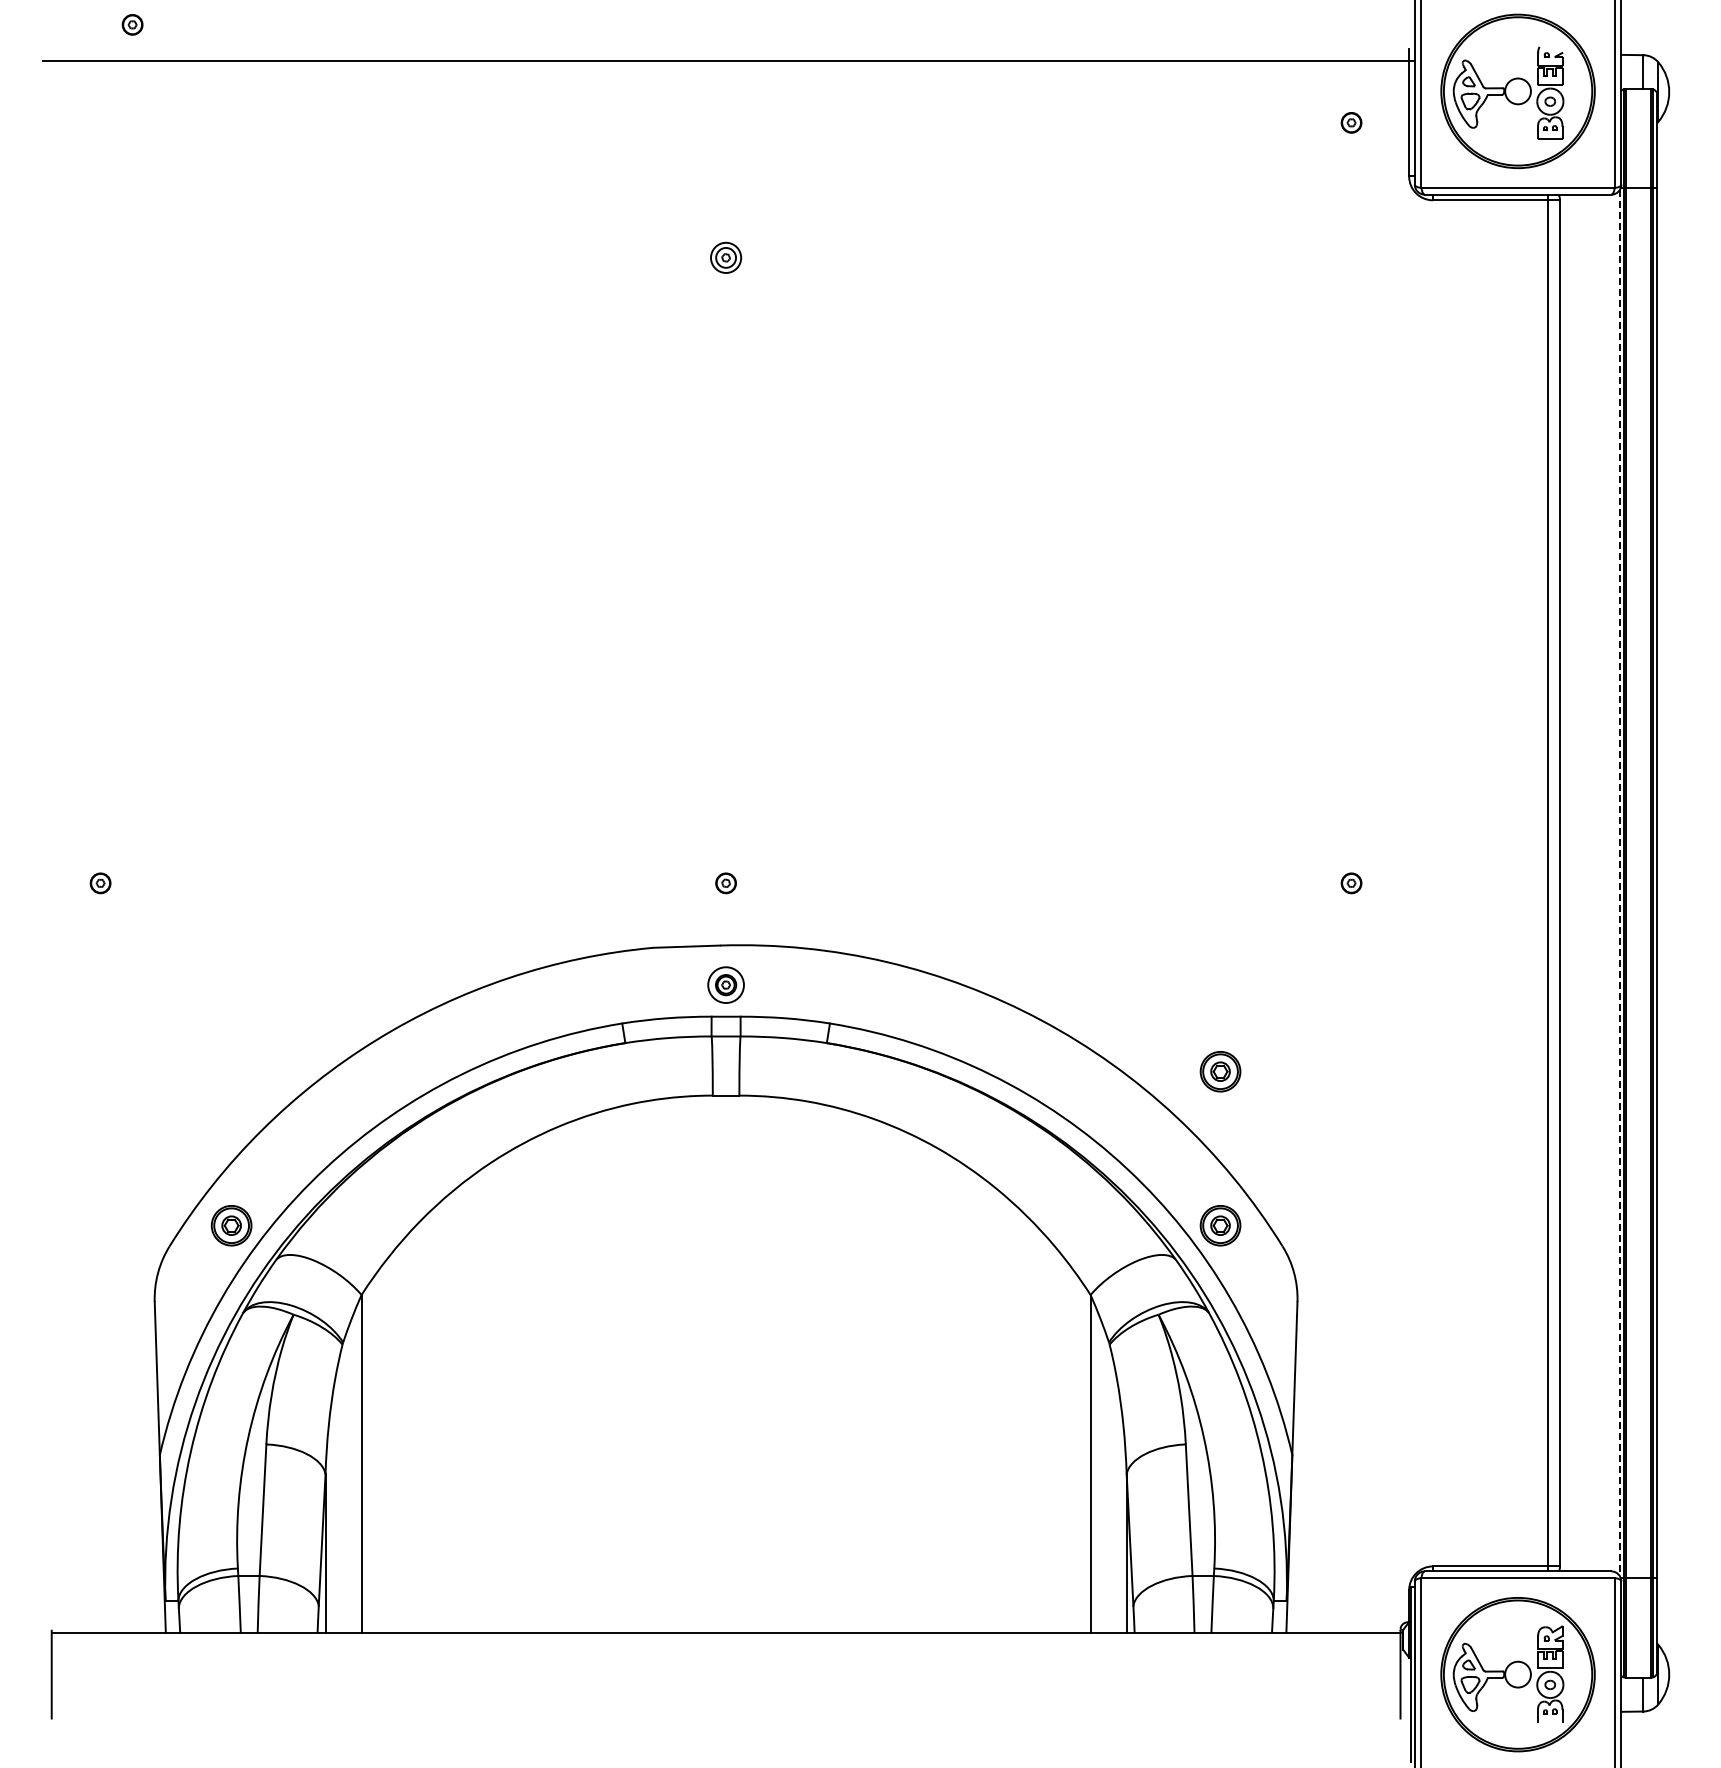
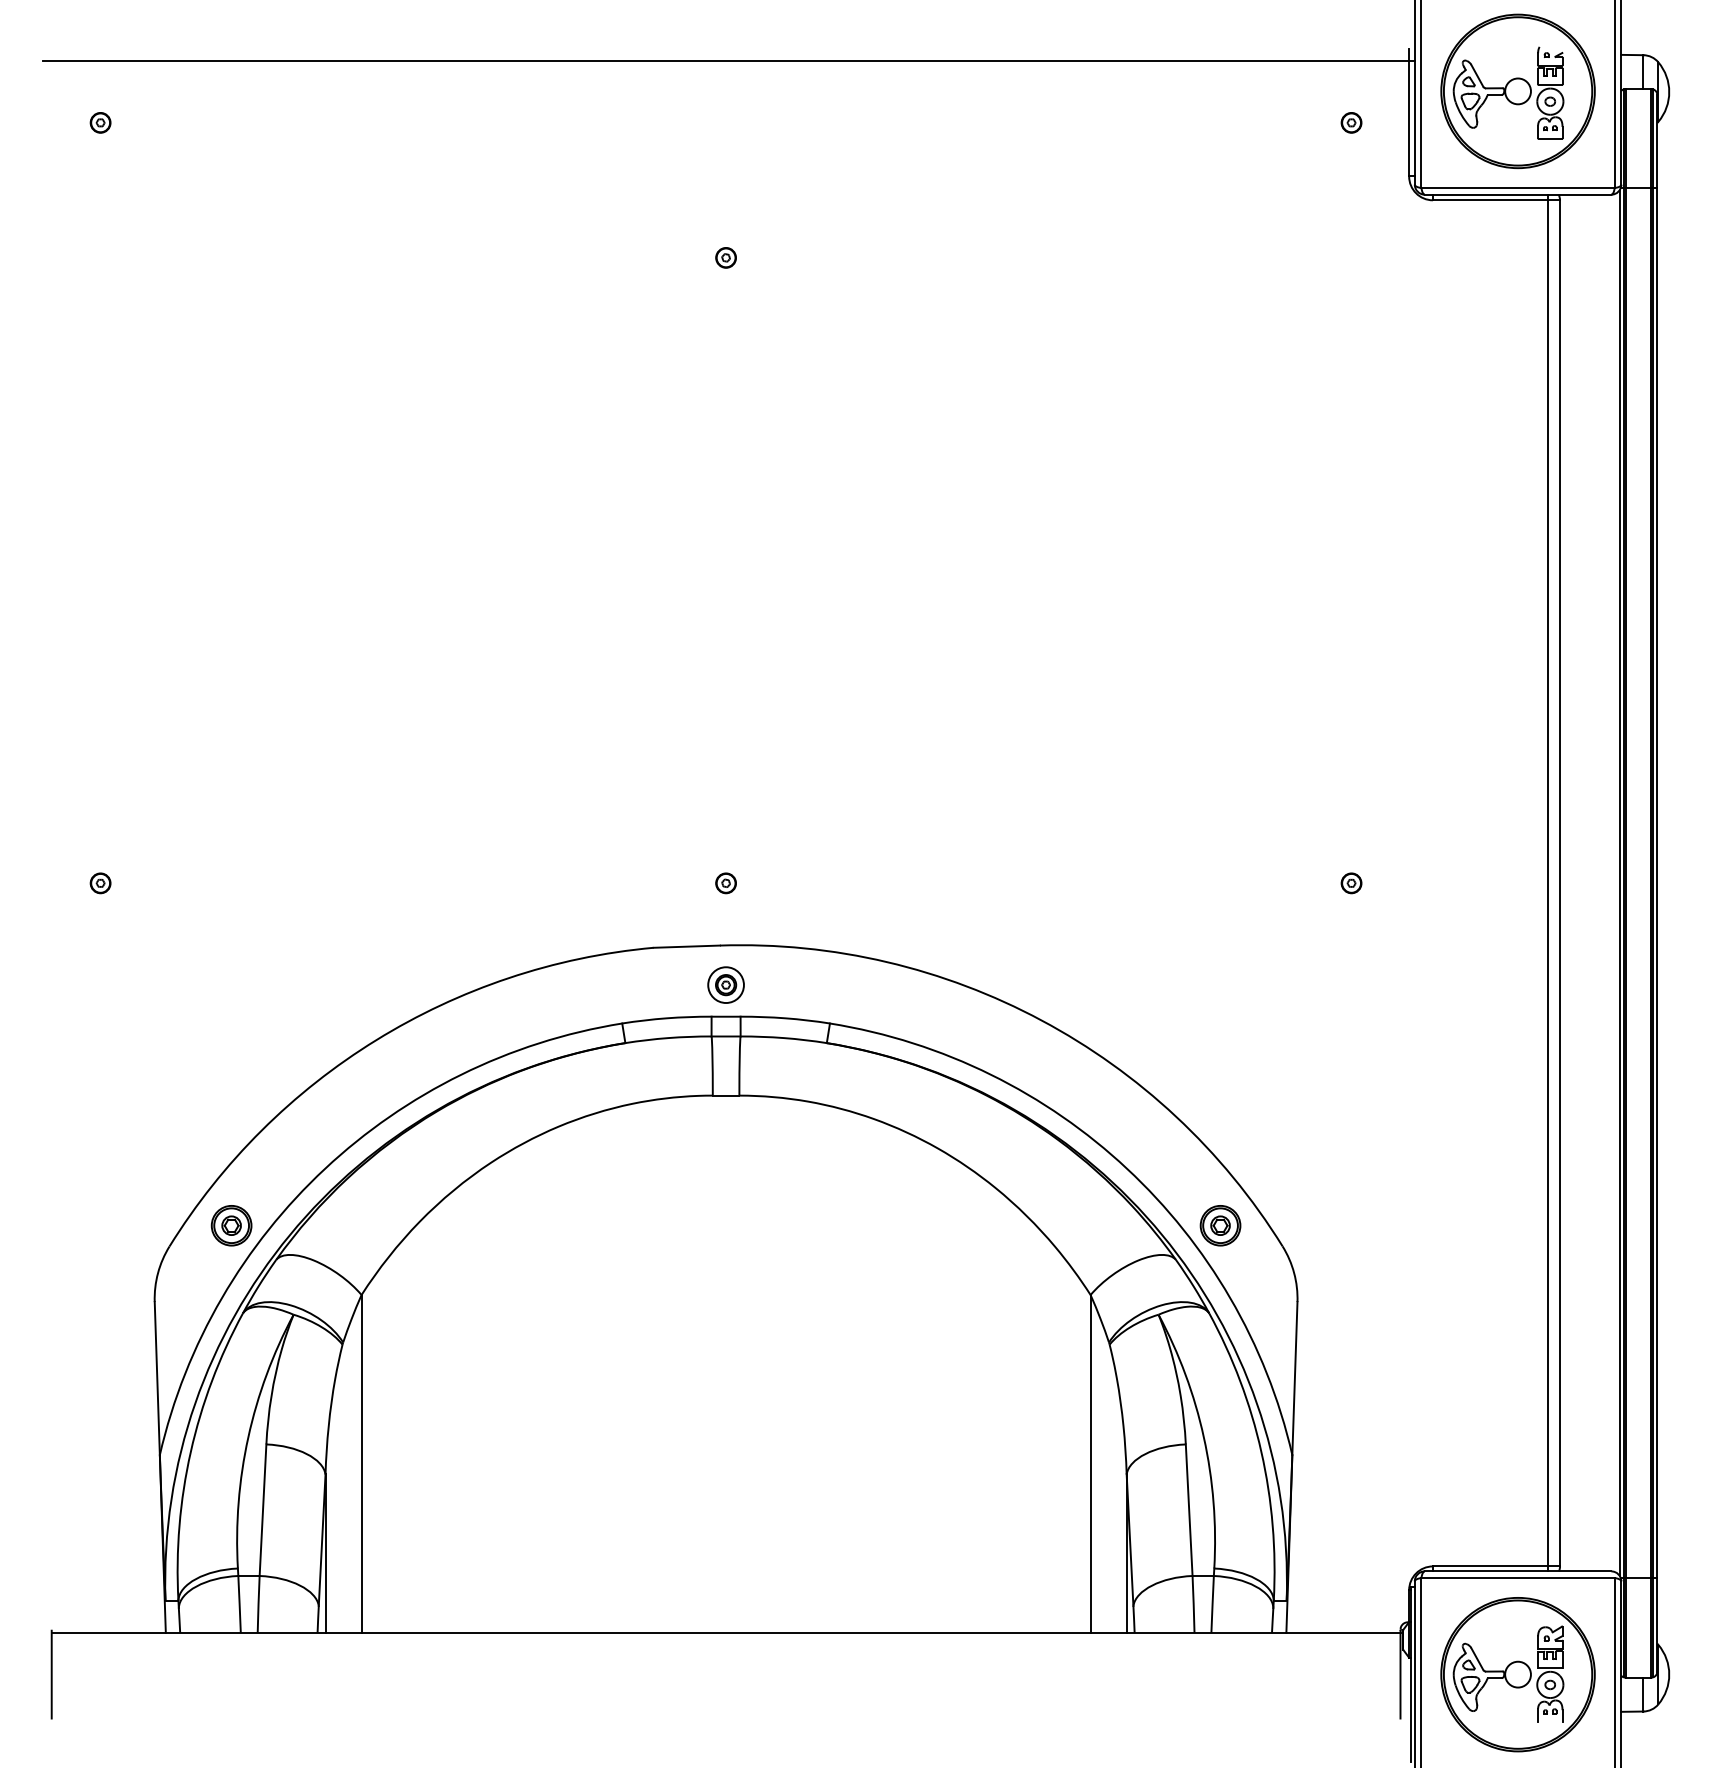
part at (132, 24) position: (132, 24) -> (100, 122)
circle at (726, 257) diameter: 30 px -> 19 px
line at (1619, 883): dashed -> solid
part at (1220, 1071): present -> none
